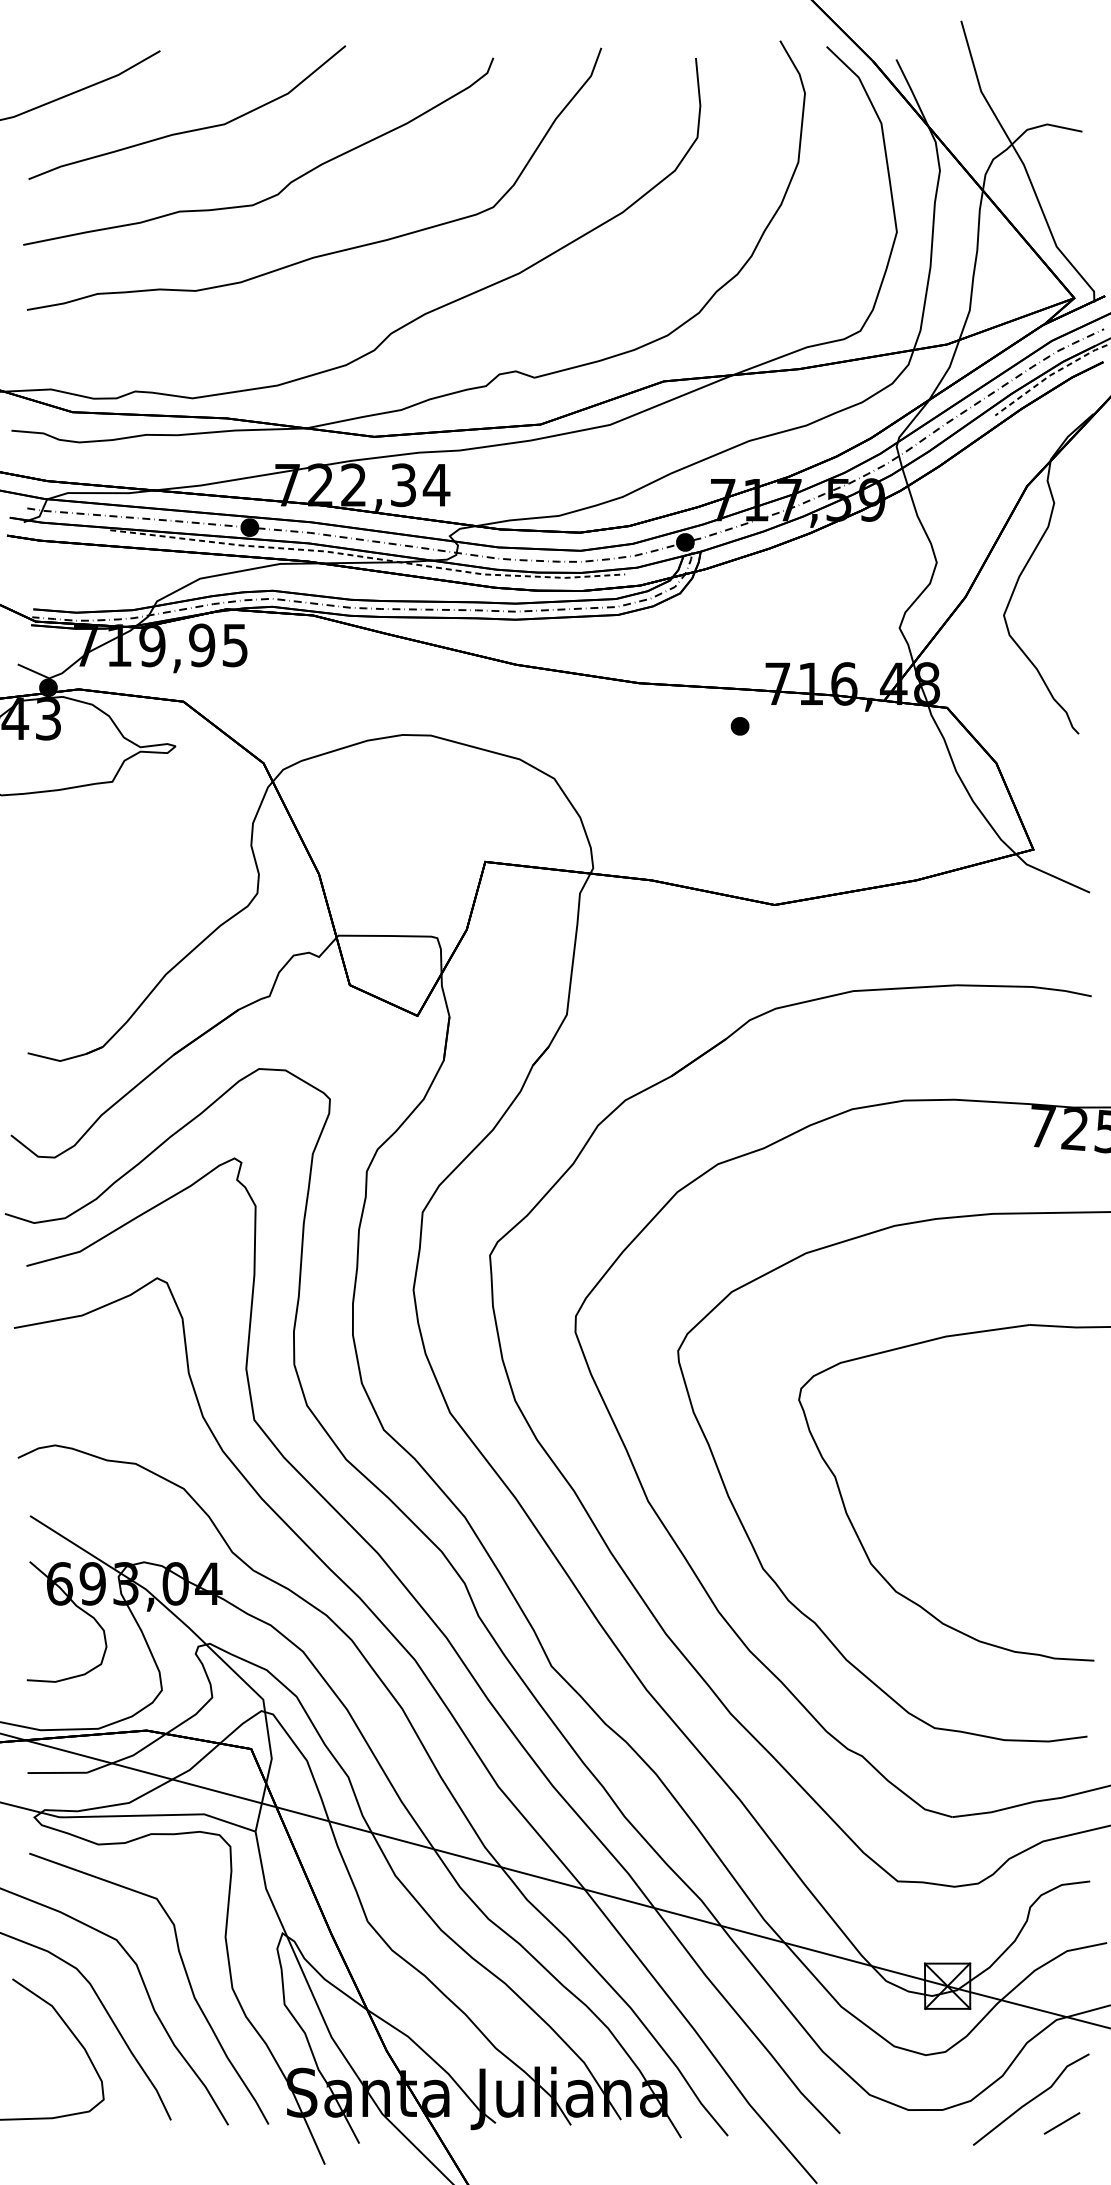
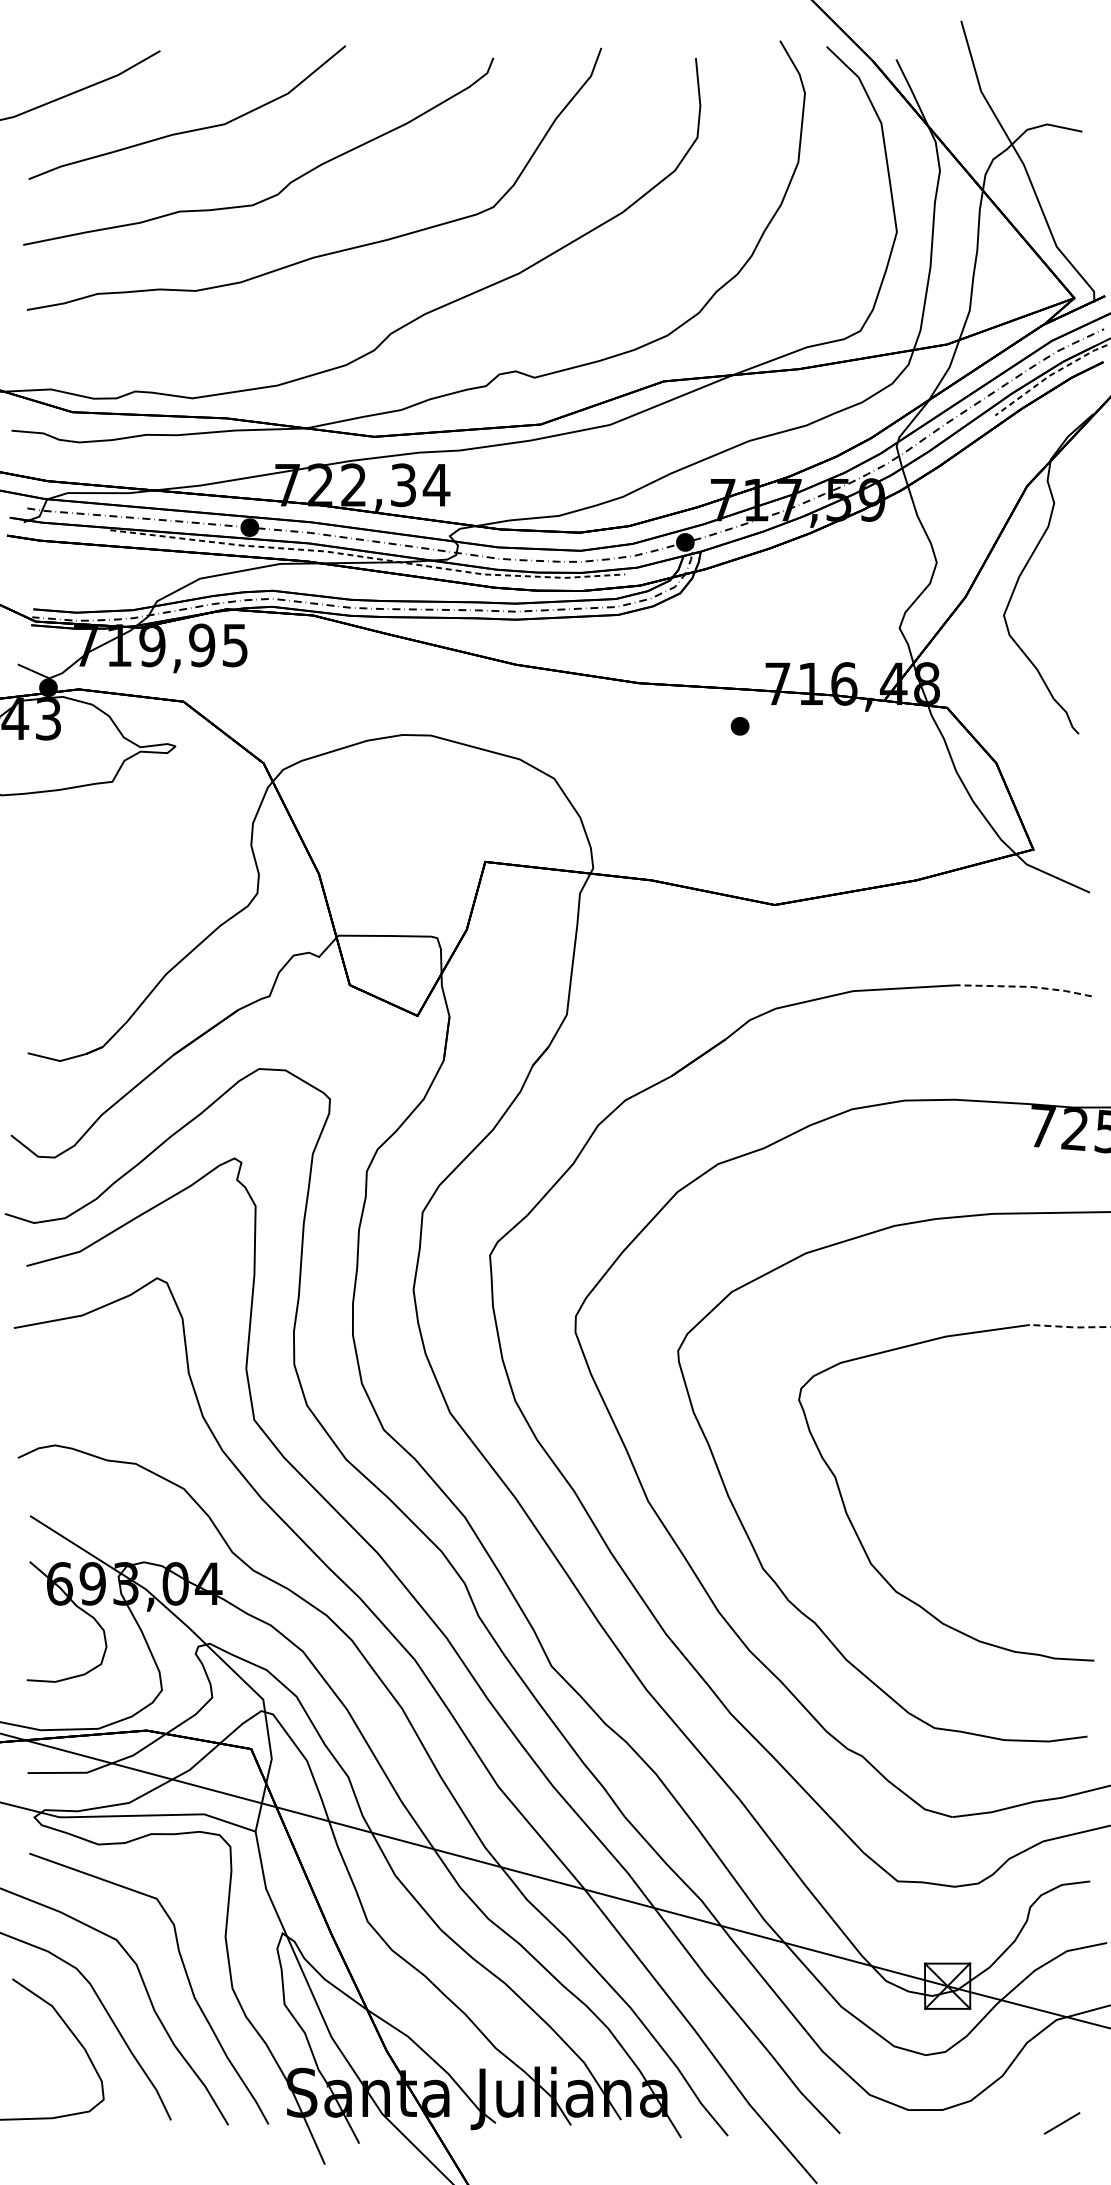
line at (1025, 986): solid -> dashed
line at (1070, 1327): solid -> dashed
line at (1031, 2099): present -> none
